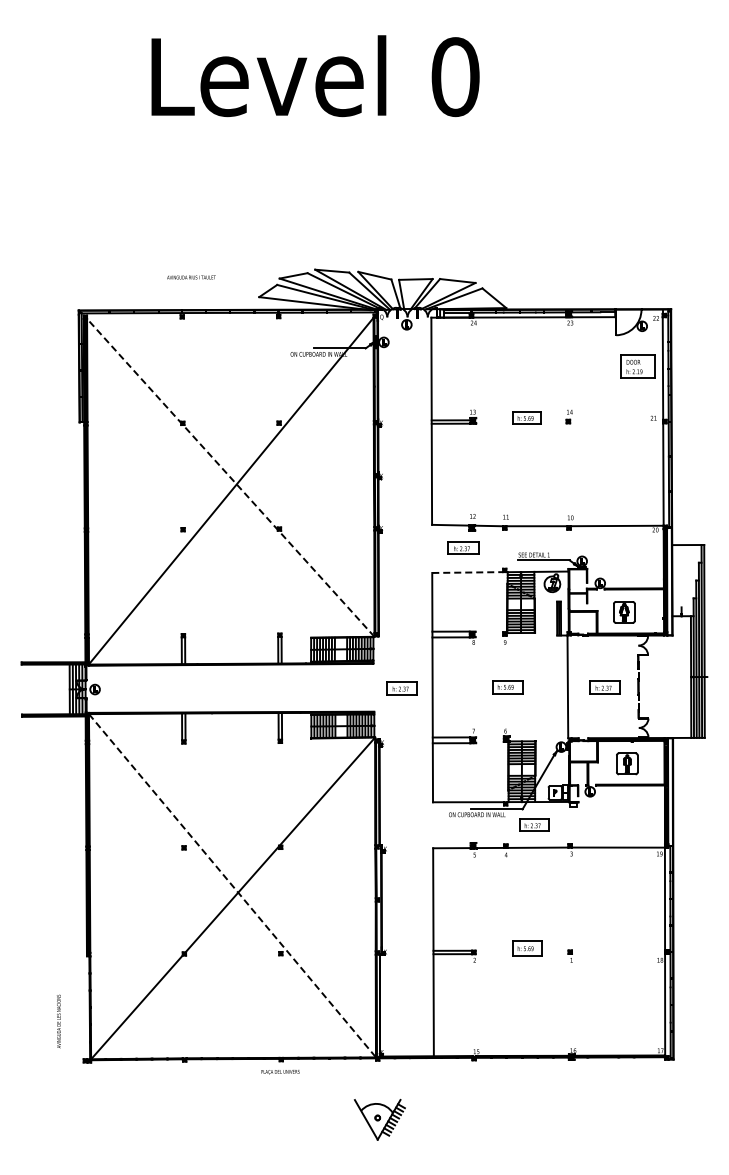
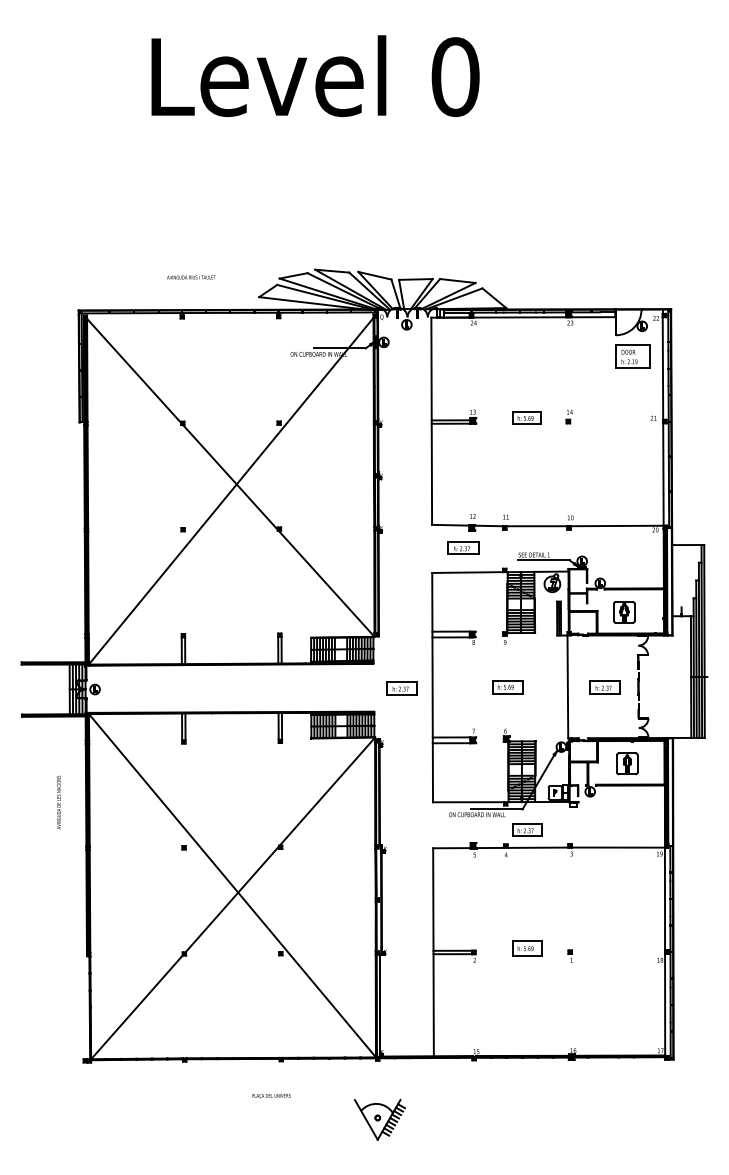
part at (637, 366) position: (637, 366) -> (632, 356)
line at (230, 477): dashed -> solid
line at (468, 572): dashed -> solid
part at (534, 824) position: (534, 824) -> (527, 829)
line at (232, 885): dashed -> solid
text at (58, 1021) position: (58, 1021) -> (58, 802)
text at (280, 1072) position: (280, 1072) -> (271, 1096)
